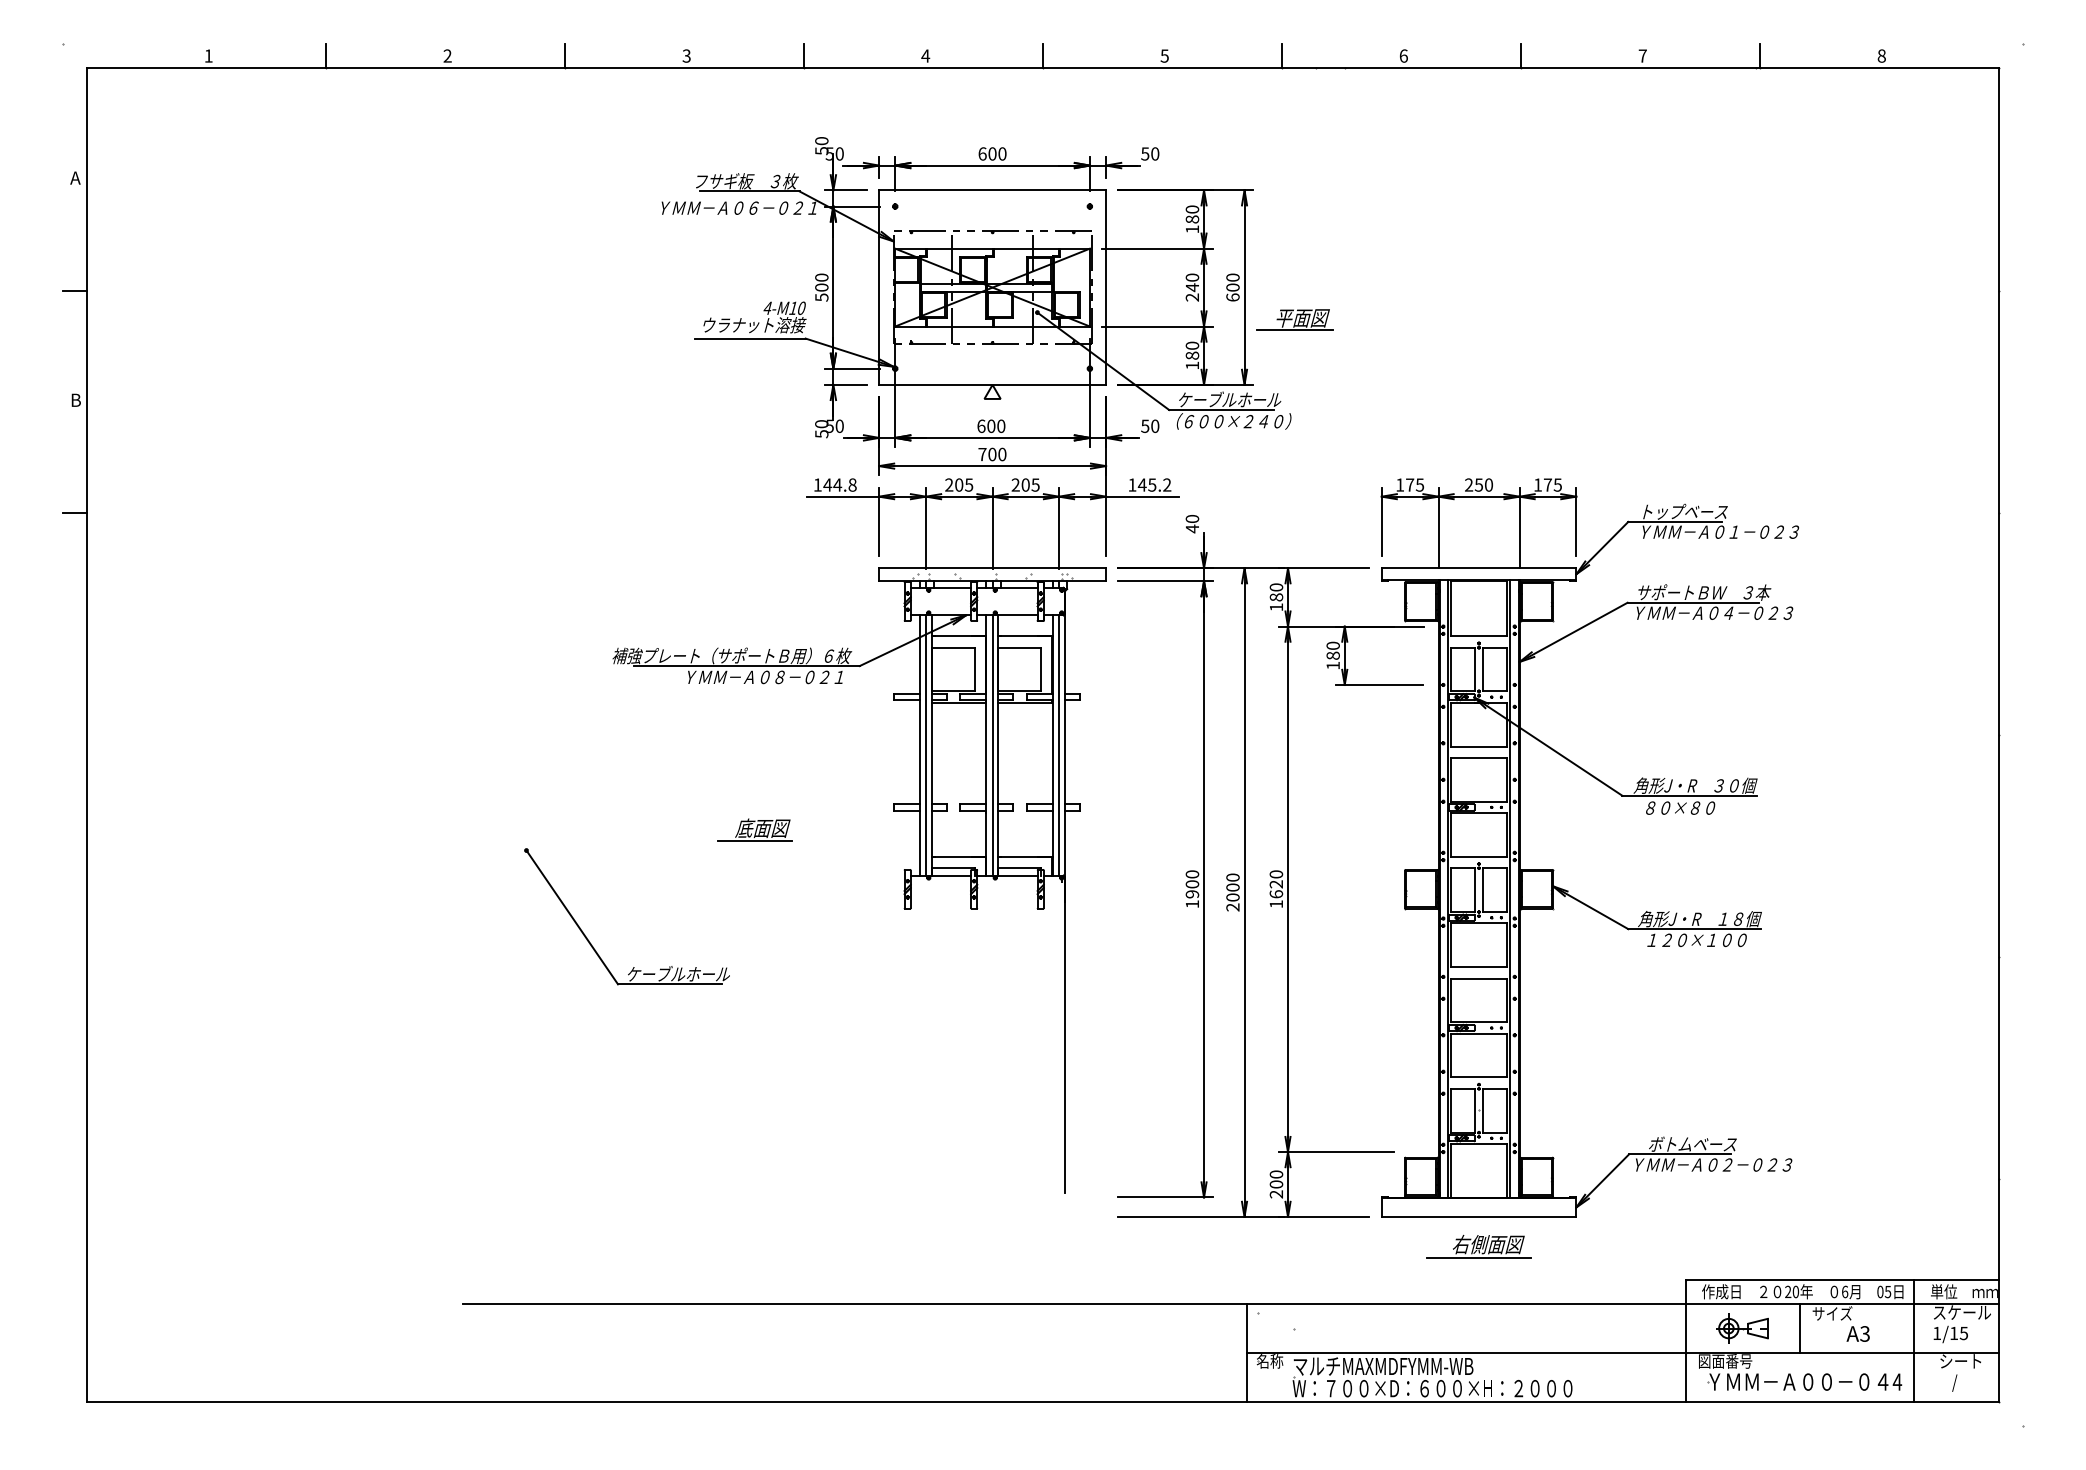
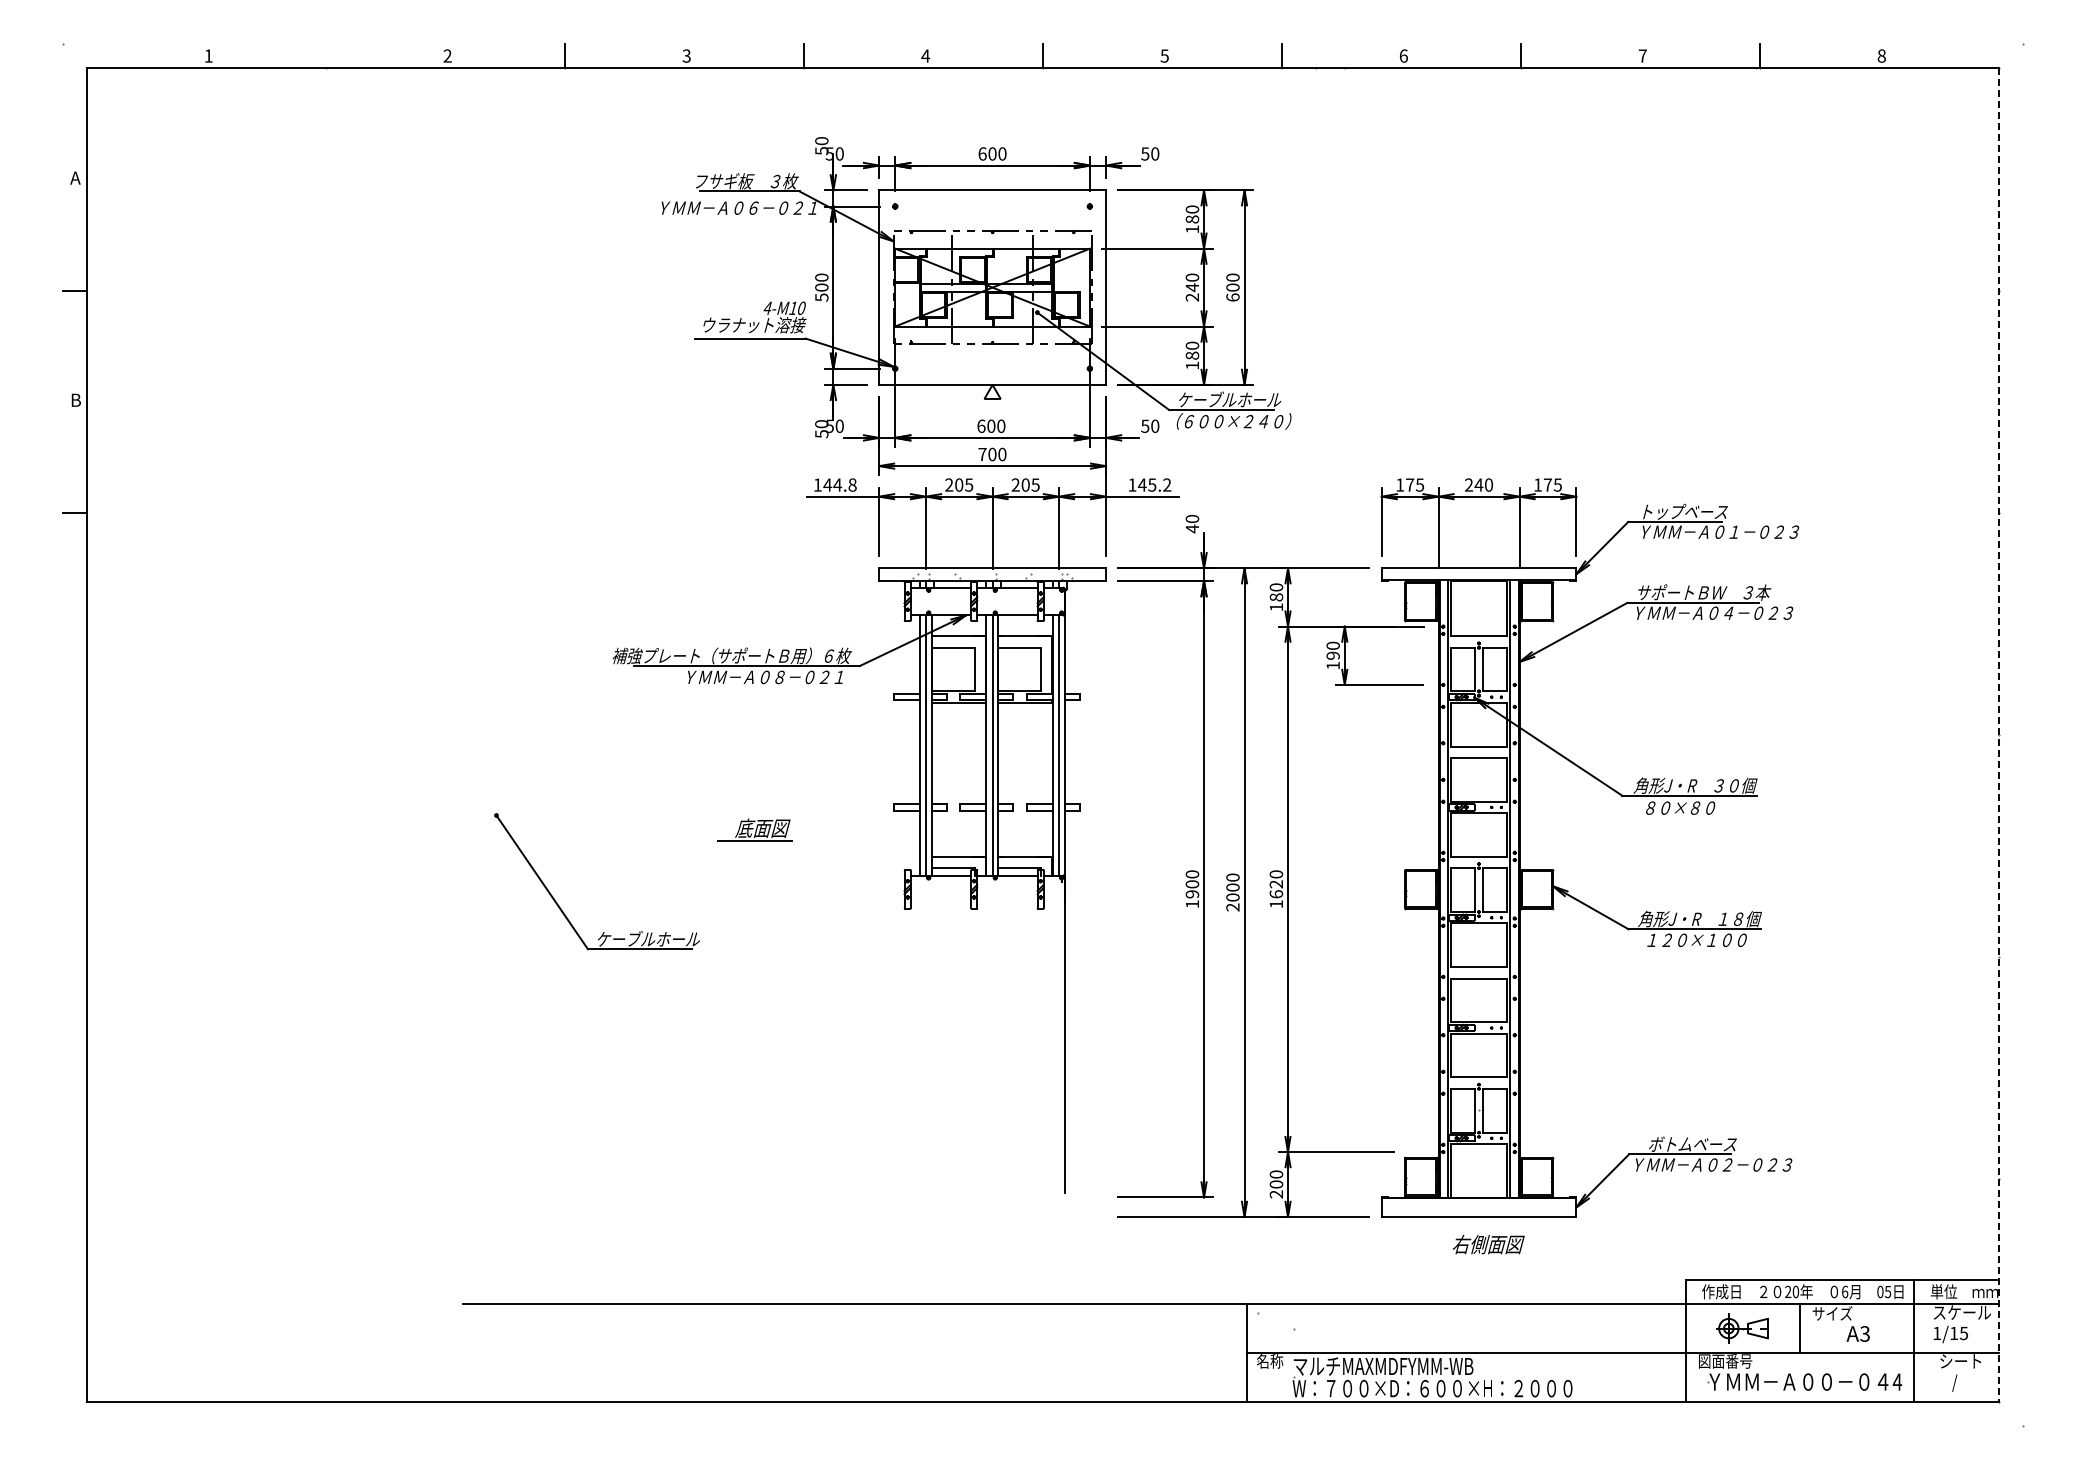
line at (325, 56): present -> none
part at (1294, 319): present -> none
text at (1478, 484): 250 -> 240
text at (1332, 655): 180 -> 190
line at (1999, 735): solid -> dashed
part at (589, 940) position: (589, 940) -> (559, 905)
line at (1478, 1257): present -> none
